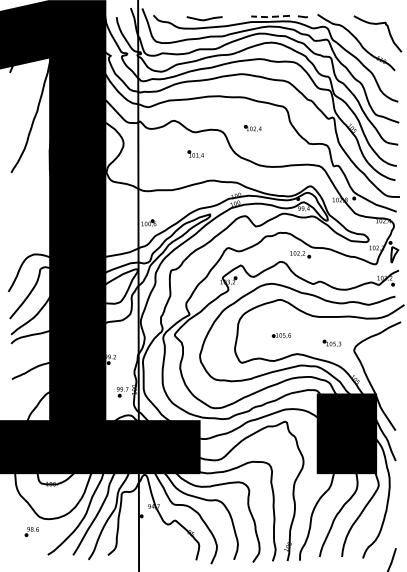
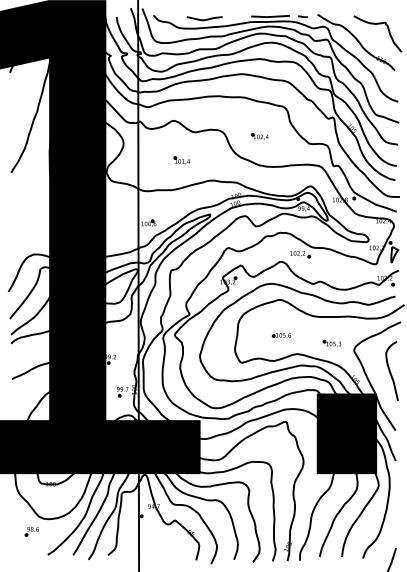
line at (270, 16): dashed -> solid
part at (252, 127) position: (252, 127) -> (259, 135)
part at (195, 154) position: (195, 154) -> (181, 160)
curve at (390, 370): none -> present
